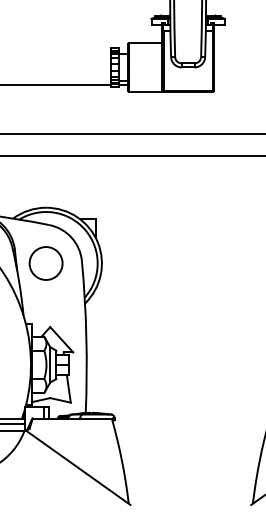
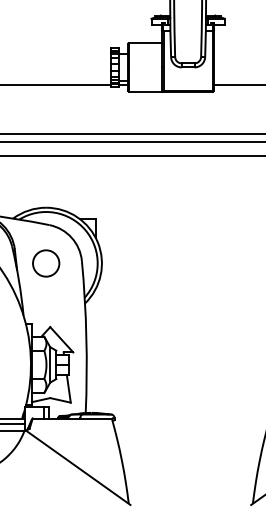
line at (237, 85): none -> present
line at (132, 141): none -> present
circle at (45, 263) size: 36x35 px -> 29x29 px
